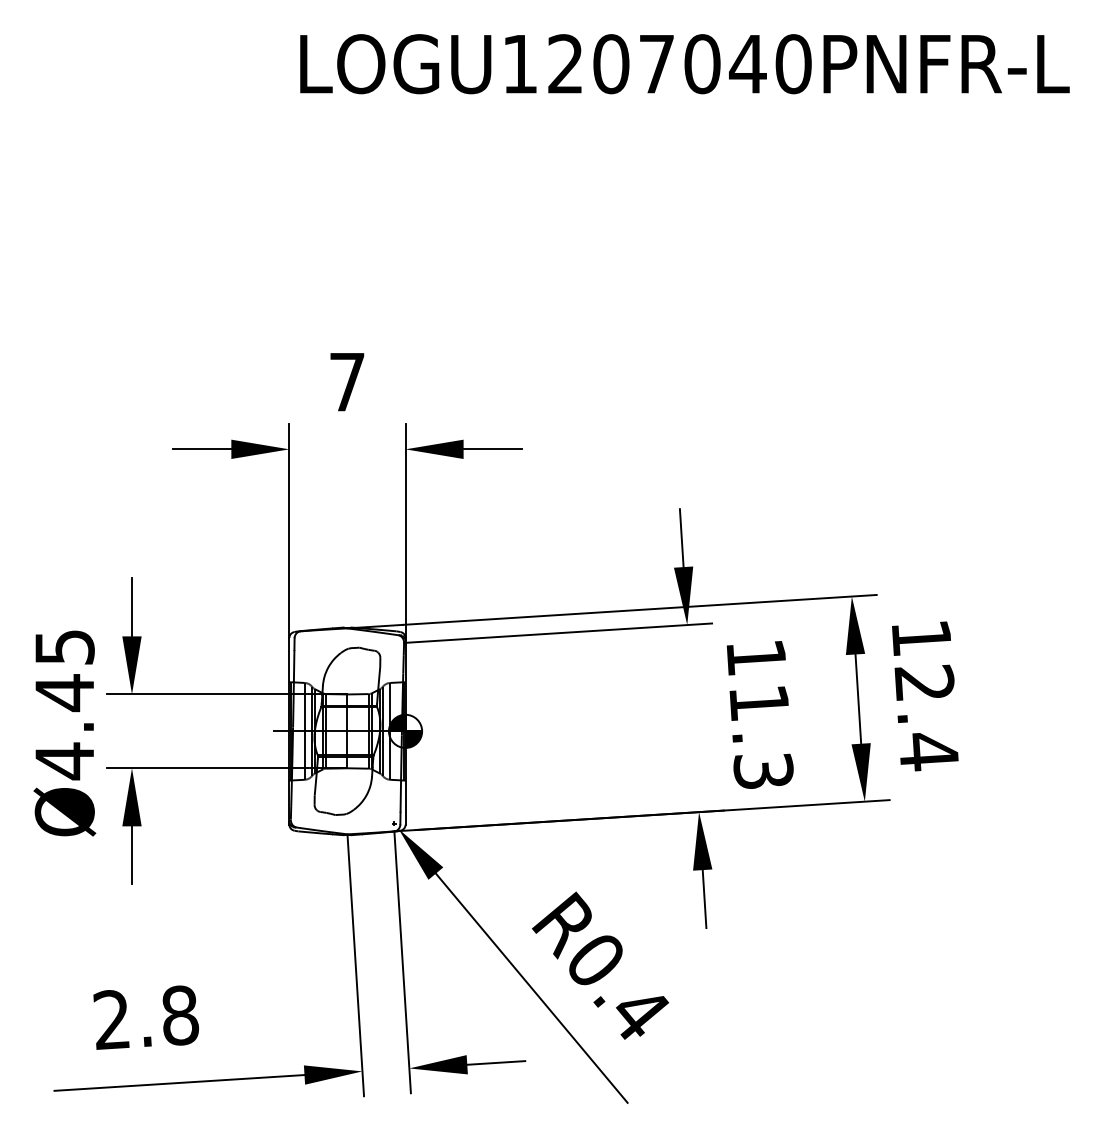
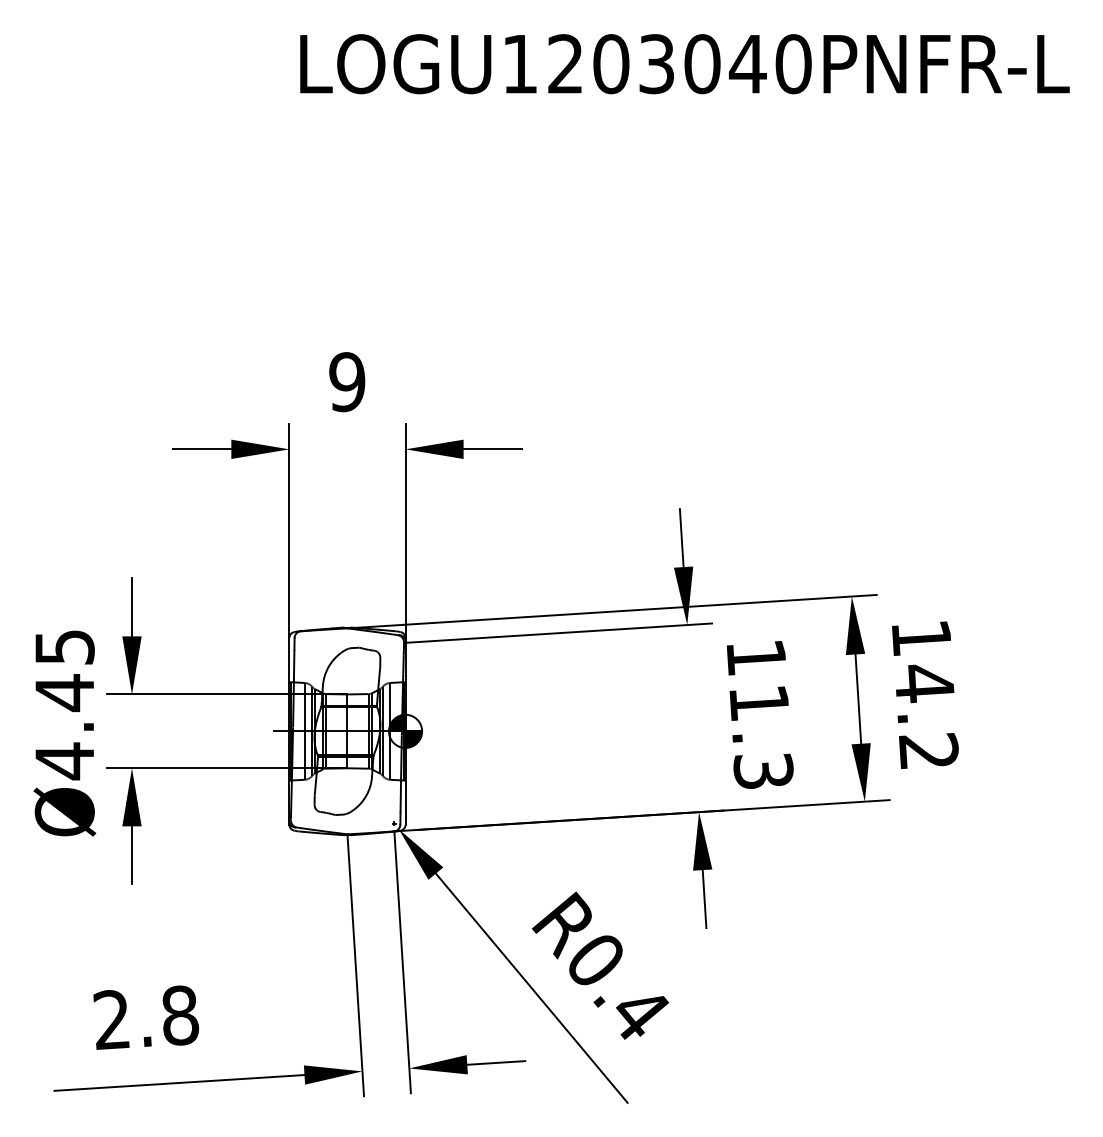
text at (656, 64): LOGU1207040PNFR-L -> LOGU1203040PNFR-L
text at (347, 382): 7 -> 9
text at (926, 717): 12.4 -> 14.2
